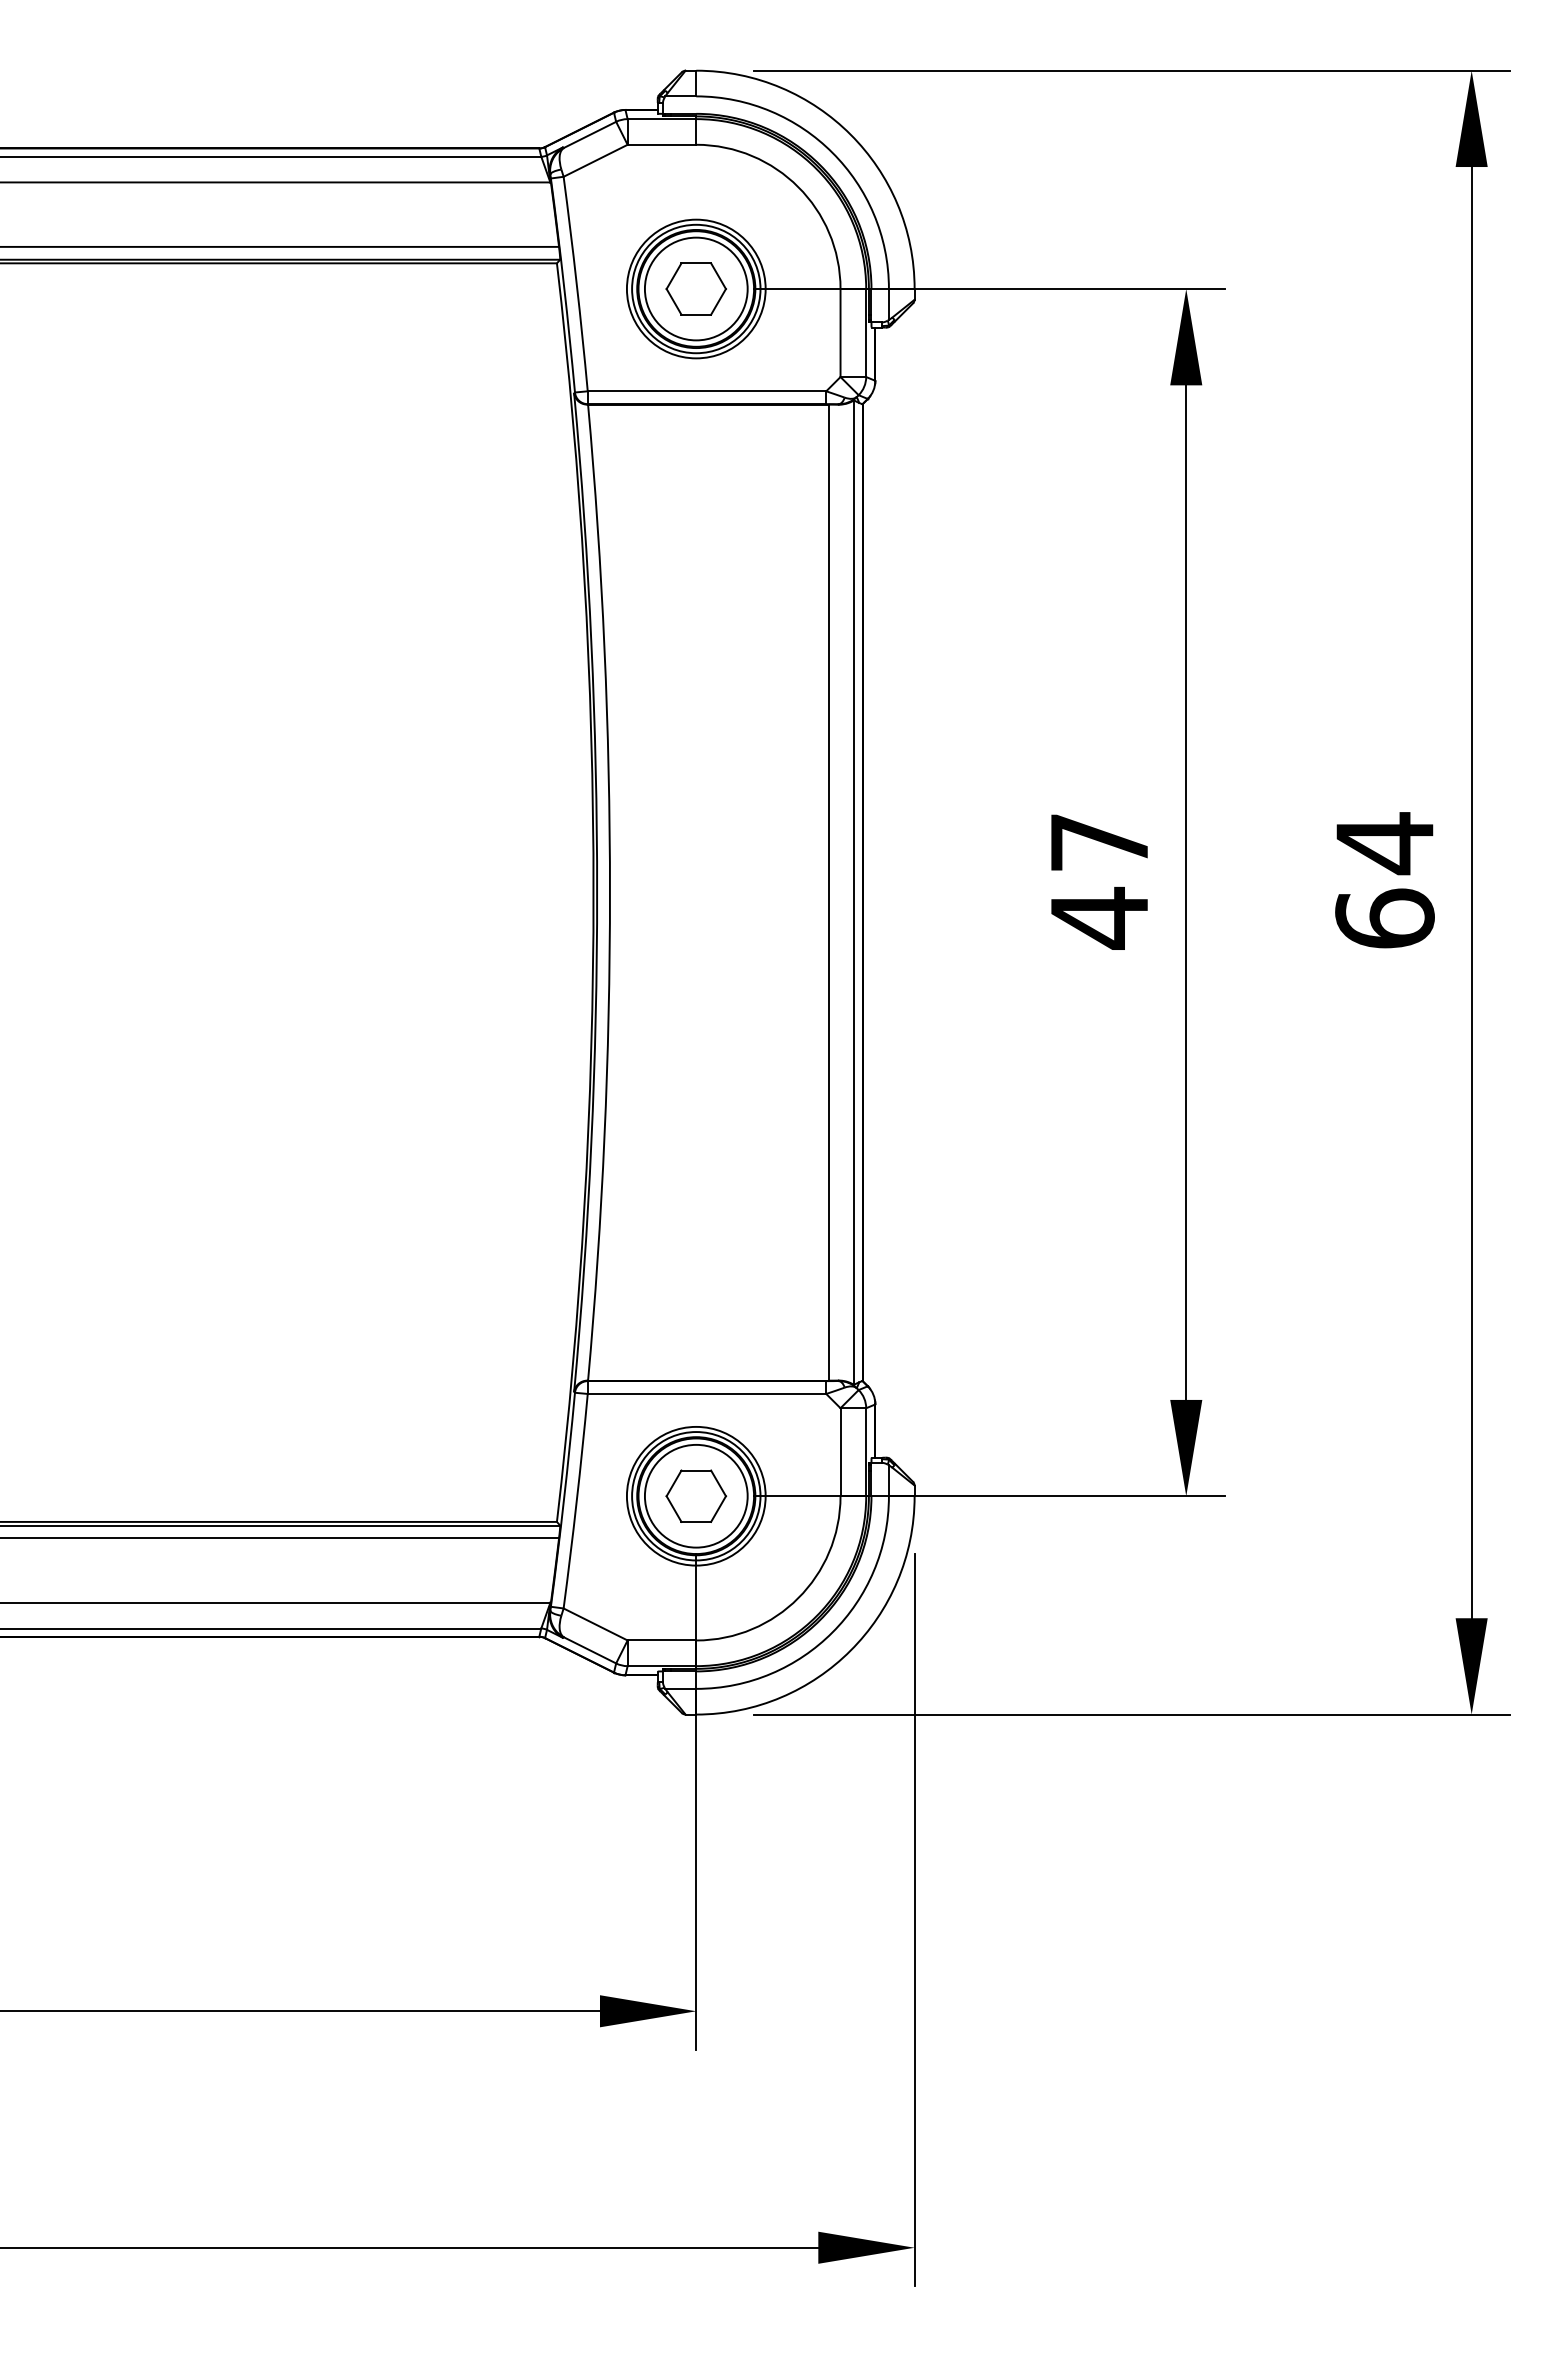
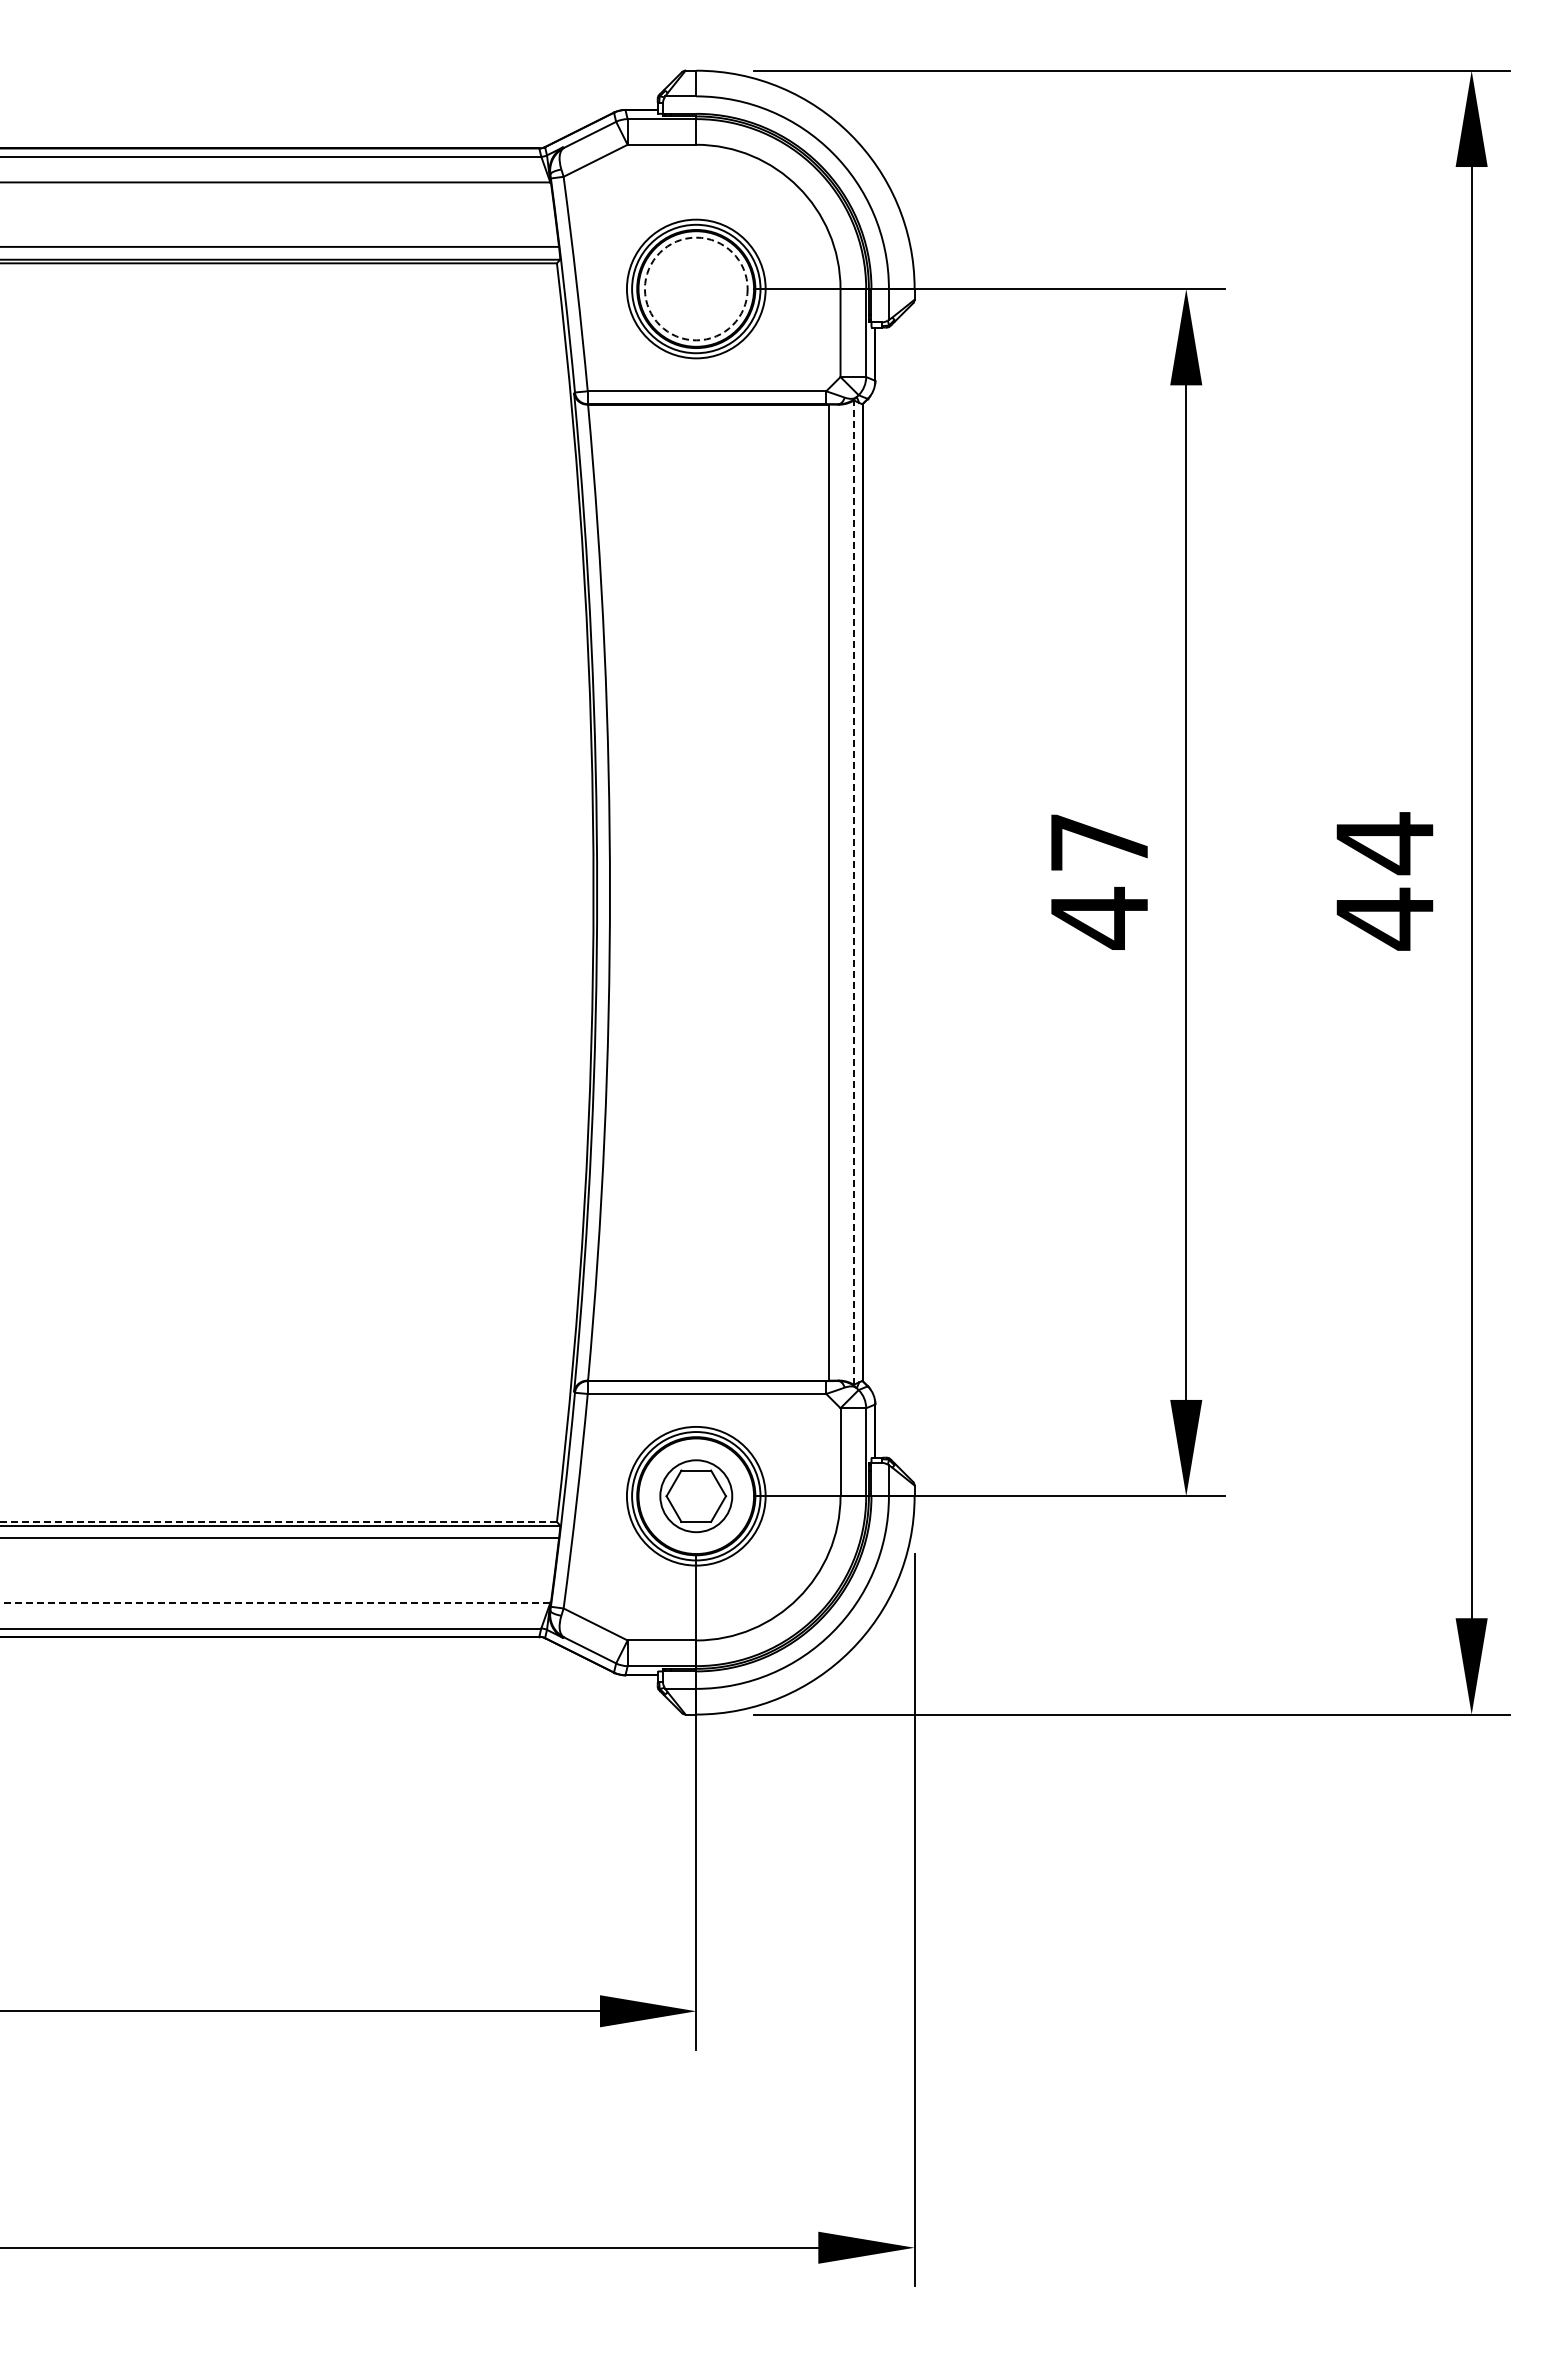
circle at (695, 288): solid -> dashed
part at (695, 288): present -> none
line at (854, 892): solid -> dashed
text at (1384, 918): 64 -> 44
circle at (695, 1495) diameter: 103 px -> 72 px
line at (278, 1521): solid -> dashed
line at (275, 1602): solid -> dashed
